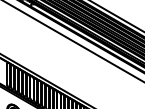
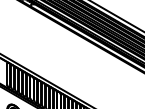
line at (73, 41): present -> none
